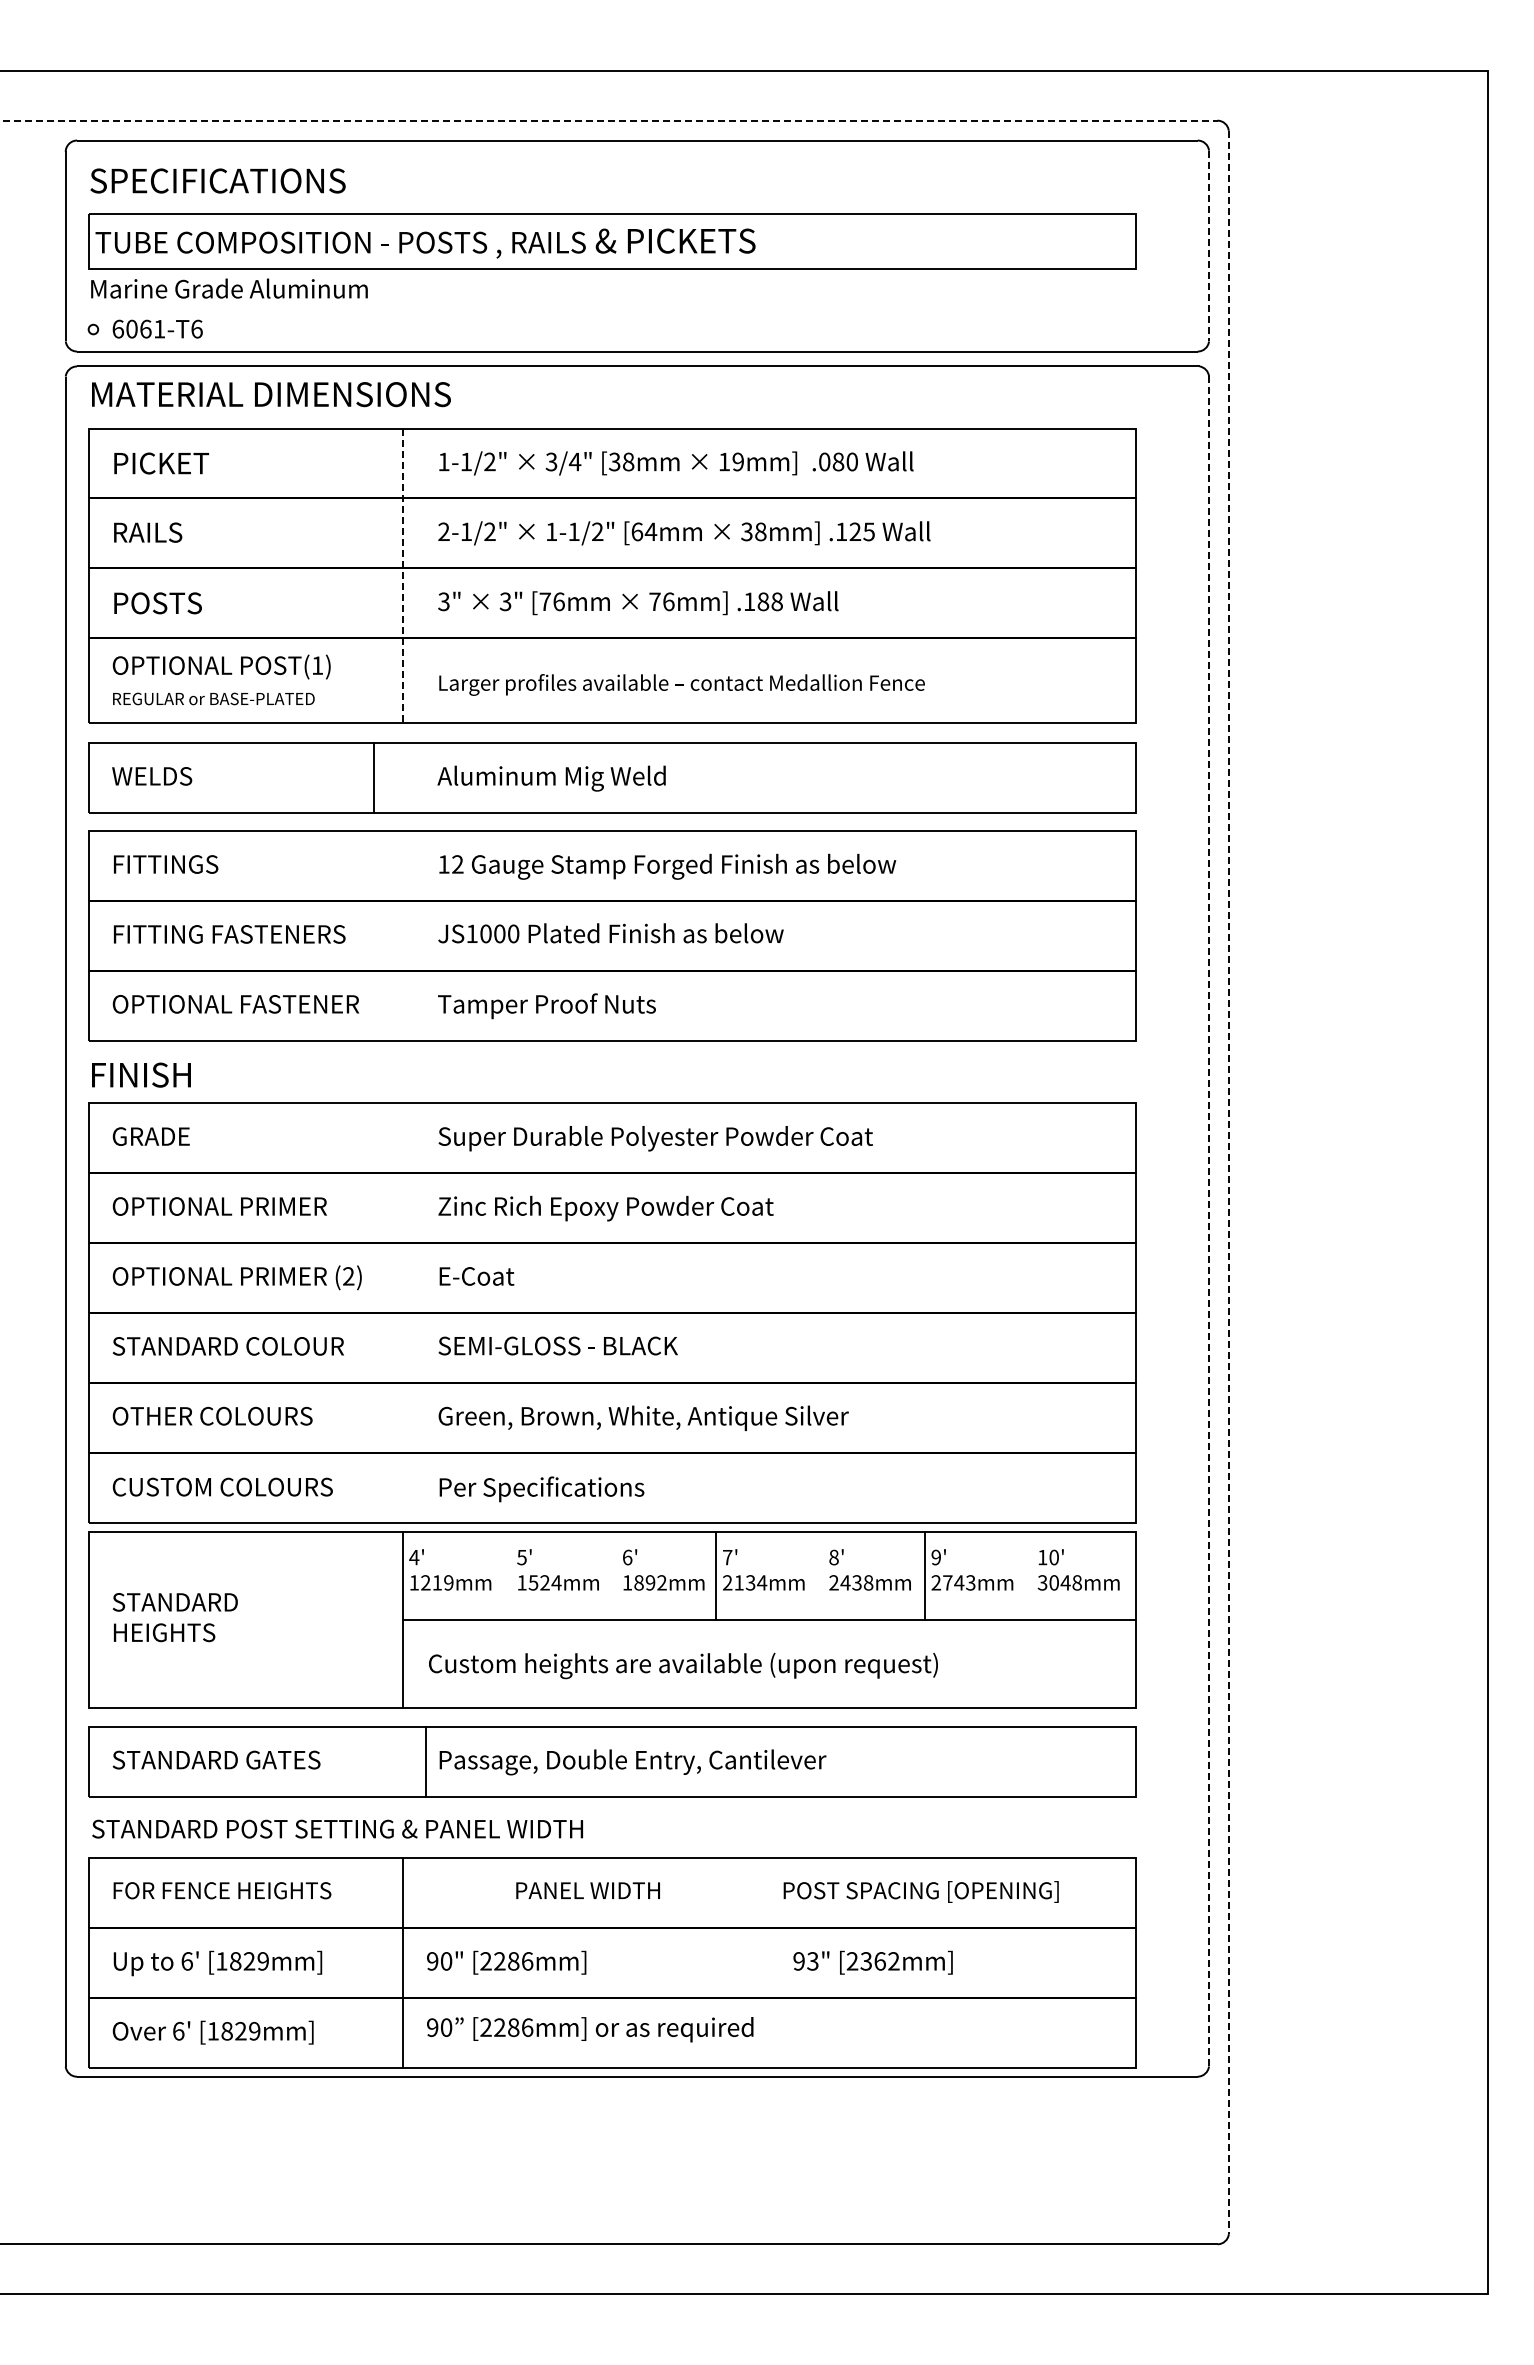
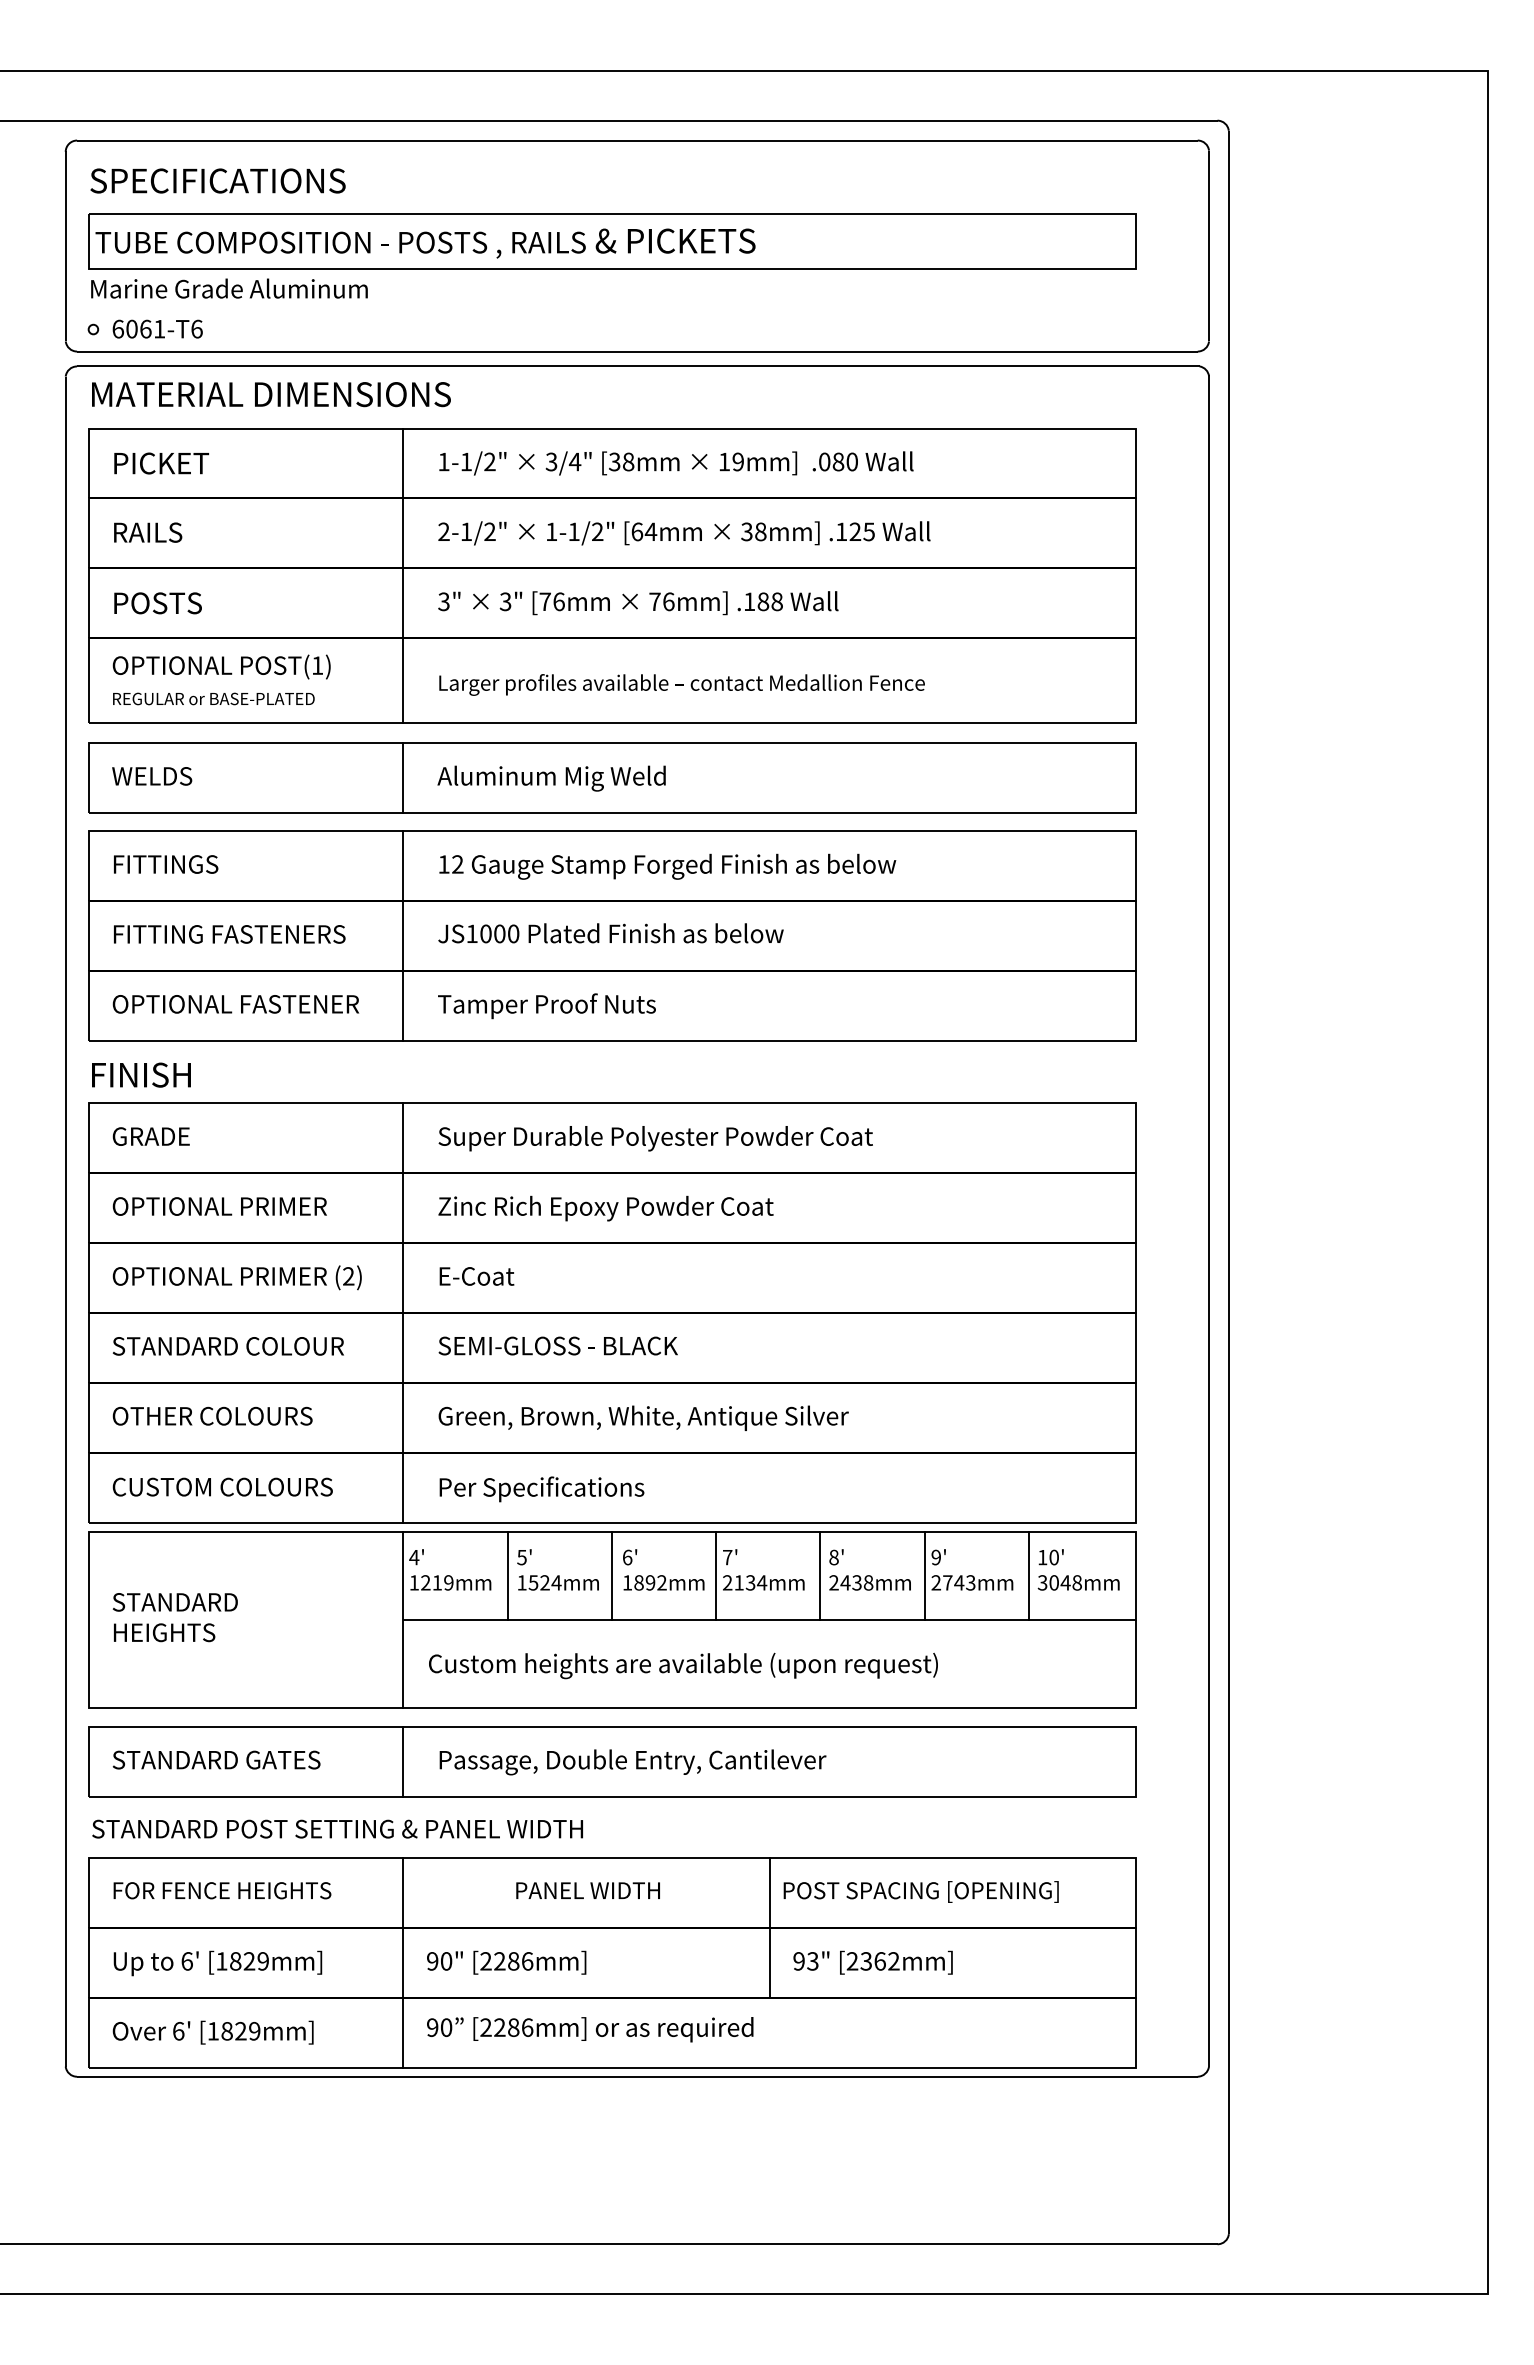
line at (609, 120): dashed -> solid
line at (1209, 246): dashed -> solid
line at (403, 576): dashed -> solid
line at (374, 777) position: (374, 777) -> (403, 777)
line at (403, 935): none -> present
line at (1228, 1182): dashed -> solid
line at (1209, 1221): dashed -> solid
line at (403, 1312): none -> present
line at (507, 1575): none -> present
line at (611, 1575): none -> present
line at (820, 1575): none -> present
line at (1029, 1575): none -> present
line at (426, 1761) position: (426, 1761) -> (403, 1761)
line at (769, 1927): none -> present
